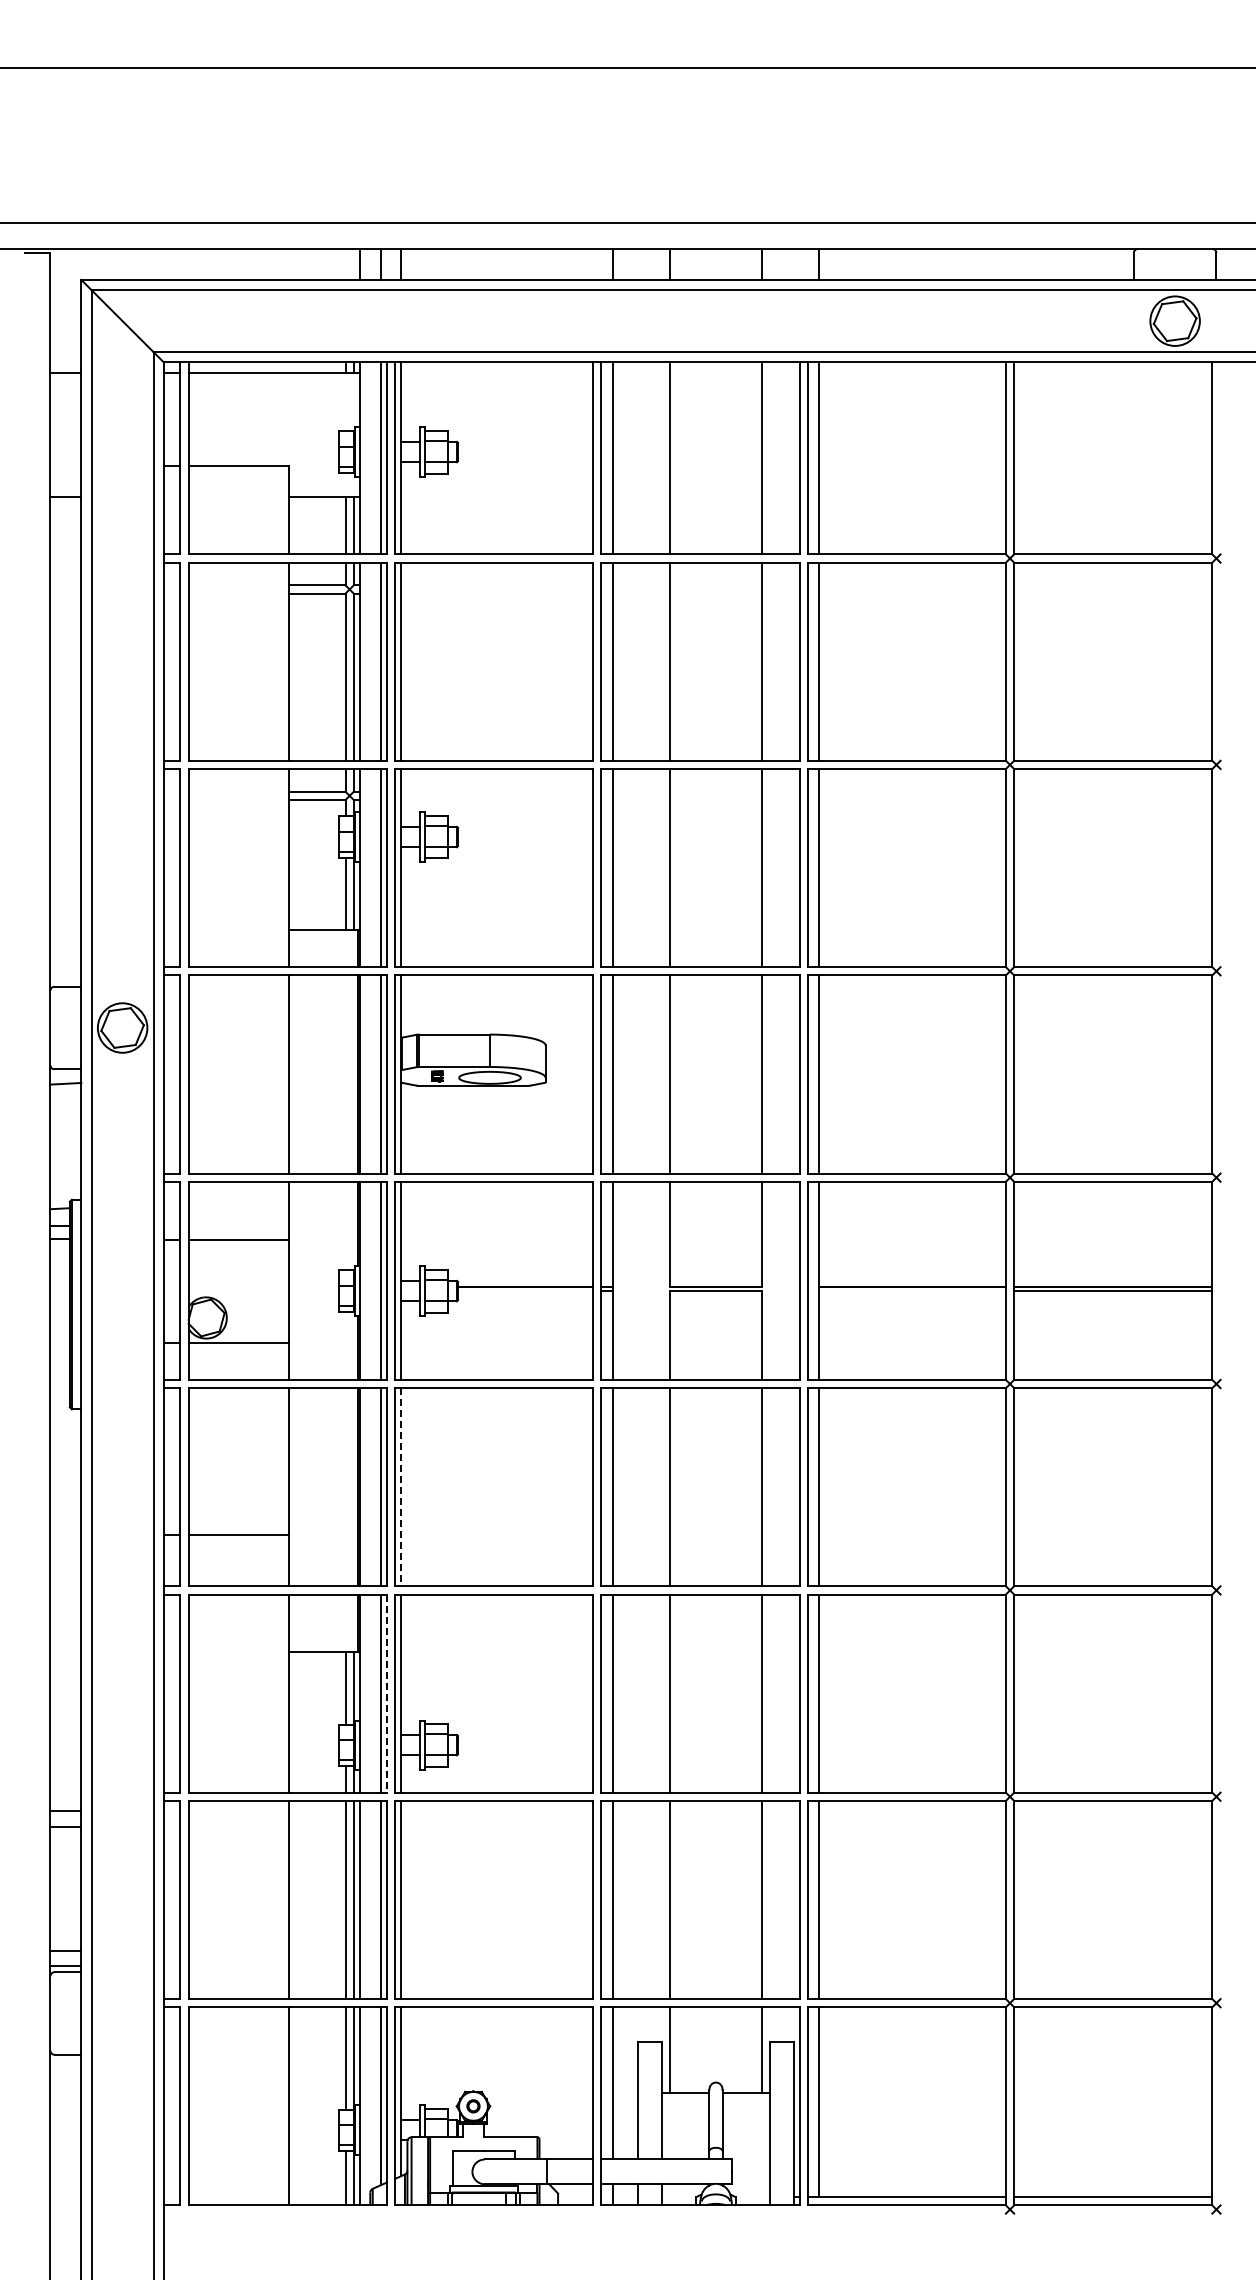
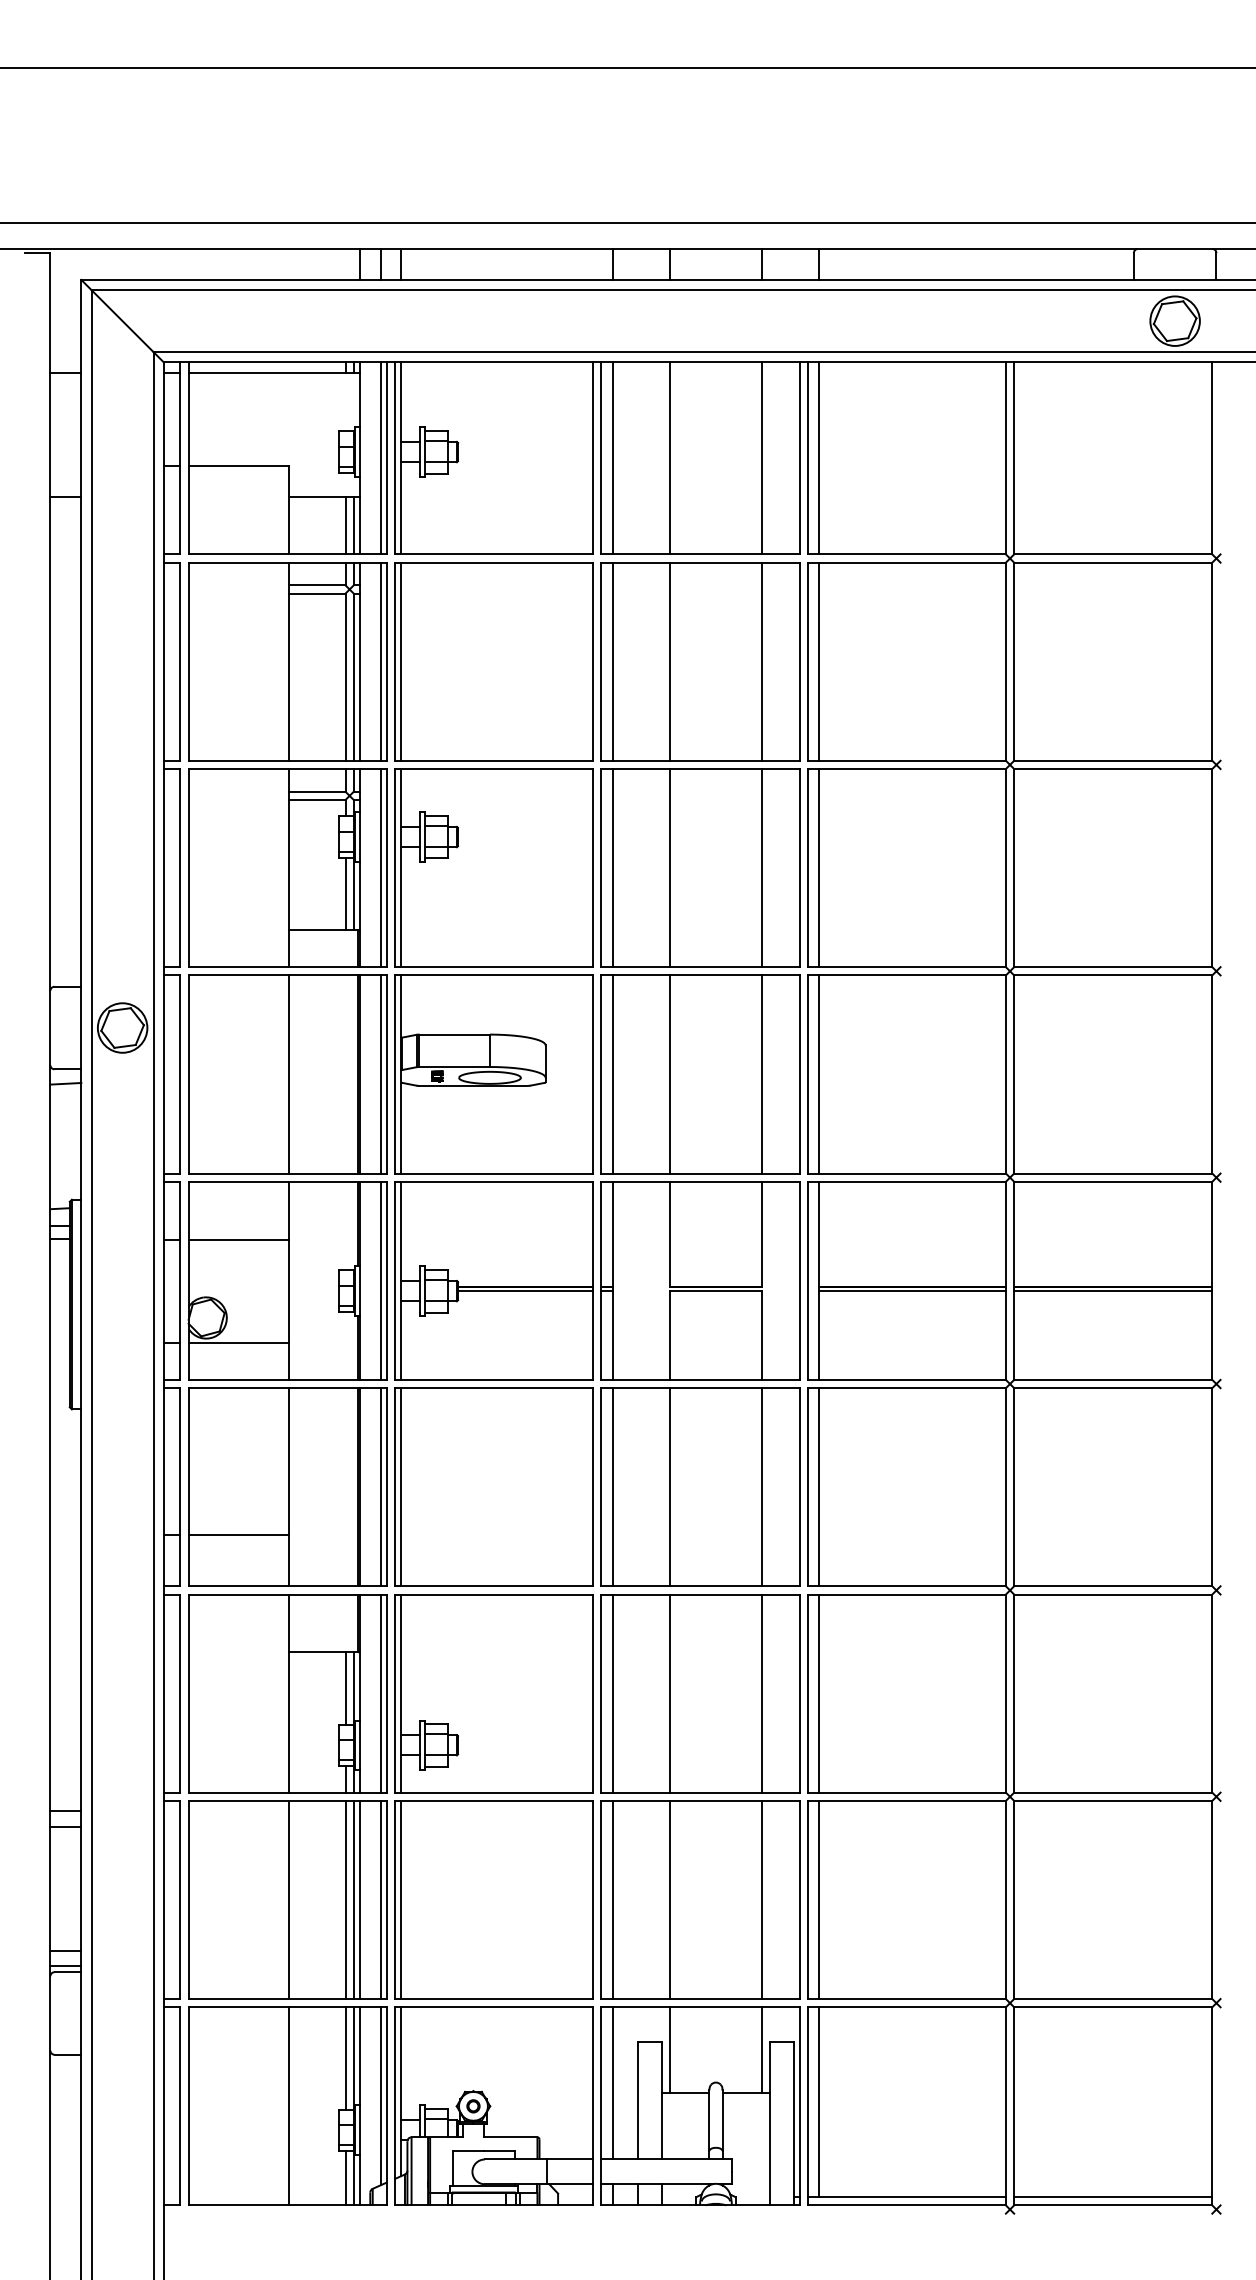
line at (525, 1291): none -> present
line at (912, 1291): none -> present
line at (401, 1487): dashed -> solid
line at (386, 1694): dashed -> solid
